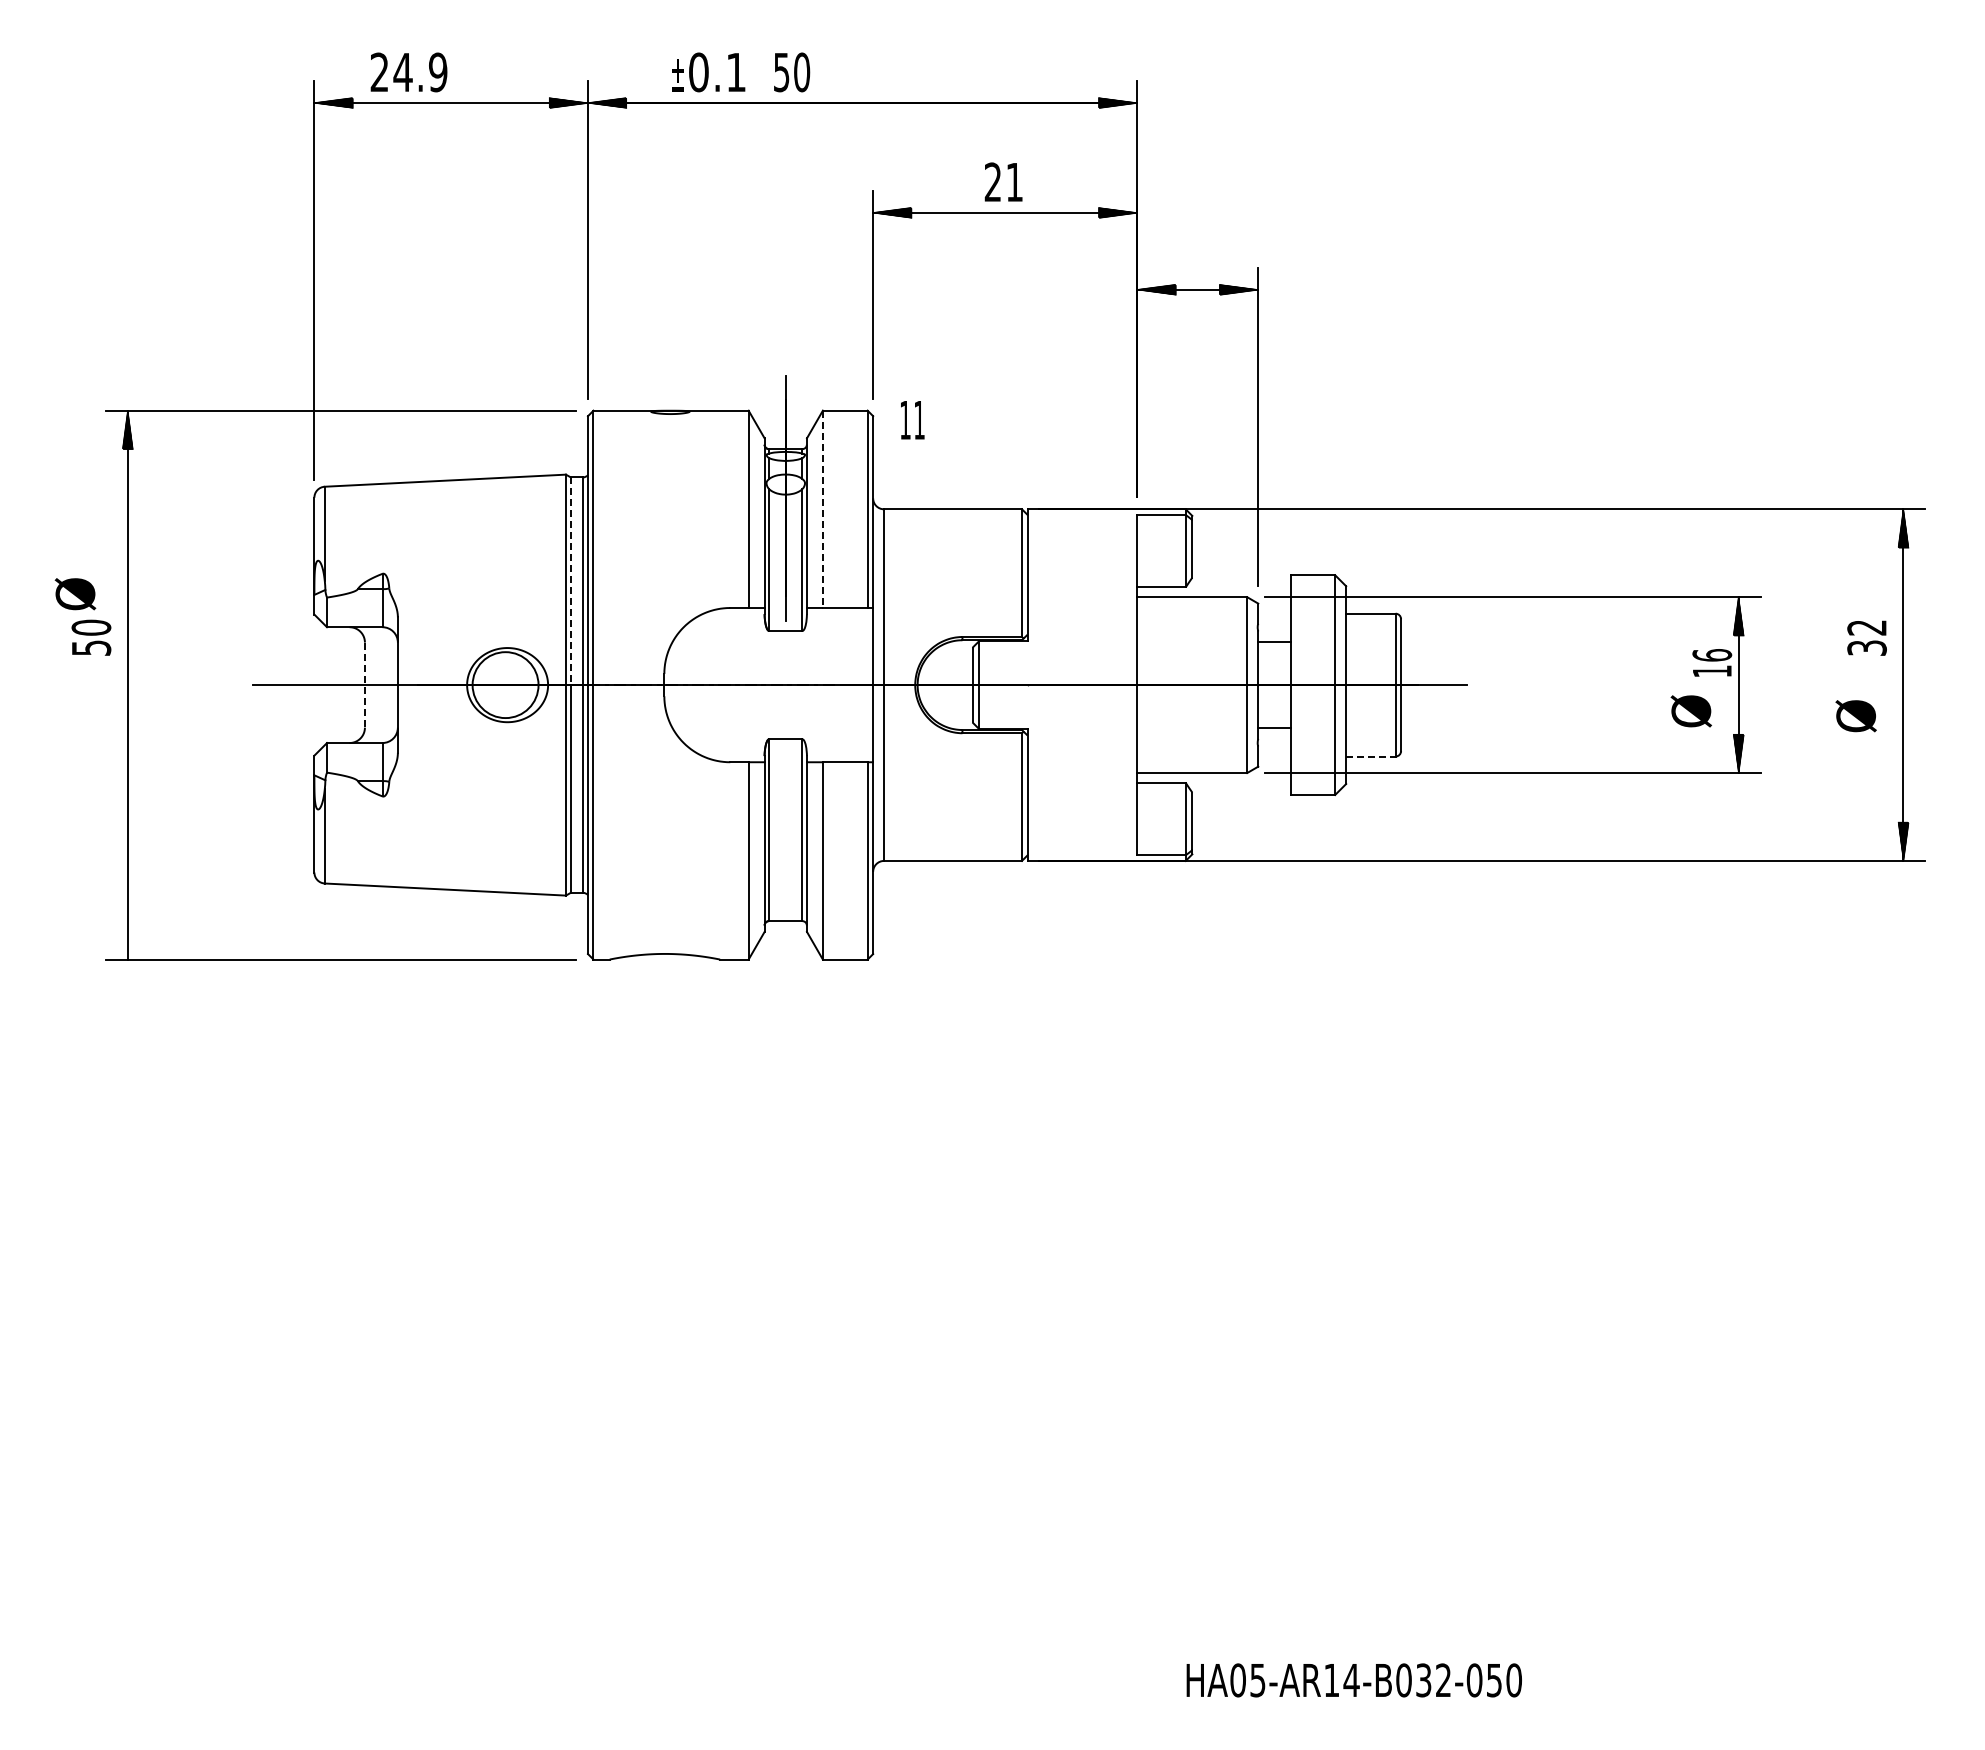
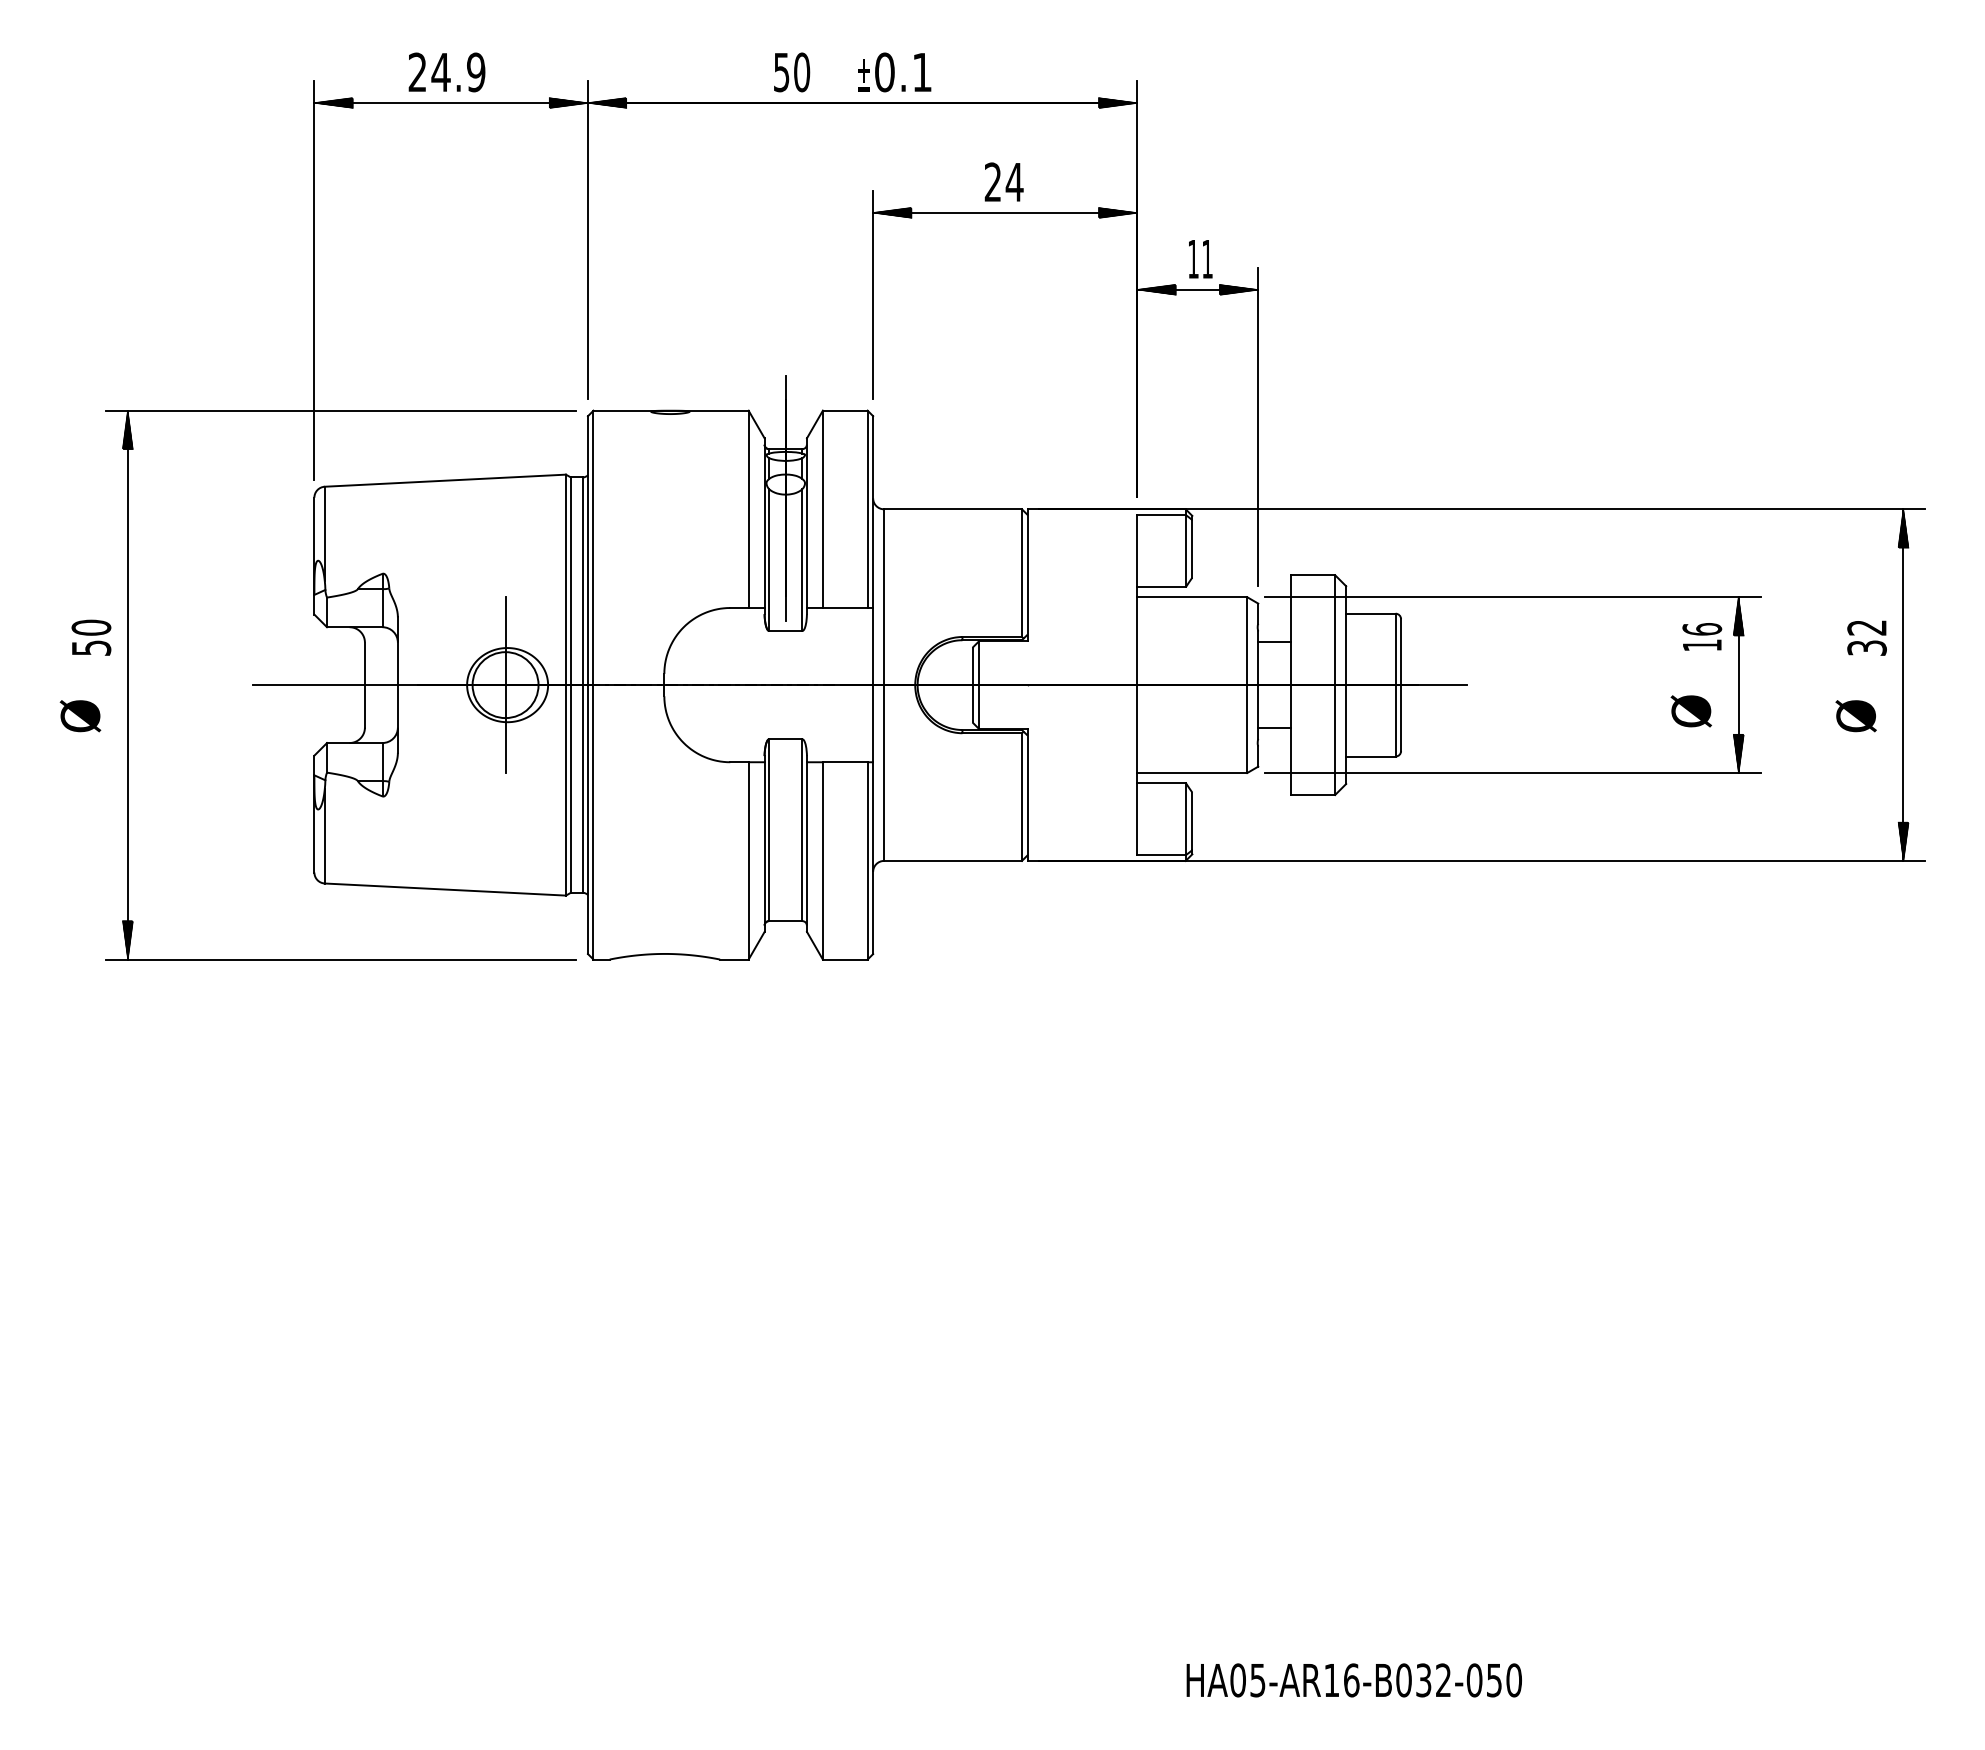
text at (408, 72) position: (408, 72) -> (446, 72)
text at (708, 72) position: (708, 72) -> (894, 72)
text at (1014, 182): 21 -> 24
text at (912, 420) position: (912, 420) -> (1200, 259)
line at (822, 509): dashed -> solid
line at (570, 581): dashed -> solid
text at (75, 594) position: (75, 594) -> (80, 716)
text at (1712, 662) position: (1712, 662) -> (1702, 636)
line at (364, 685): dashed -> solid
line at (505, 685): none -> present
line at (1370, 756): dashed -> solid
hatch at (127, 940): none -> present
text at (1351, 1680): HA05-AR14-B032-050 -> HA05-AR16-B032-050
